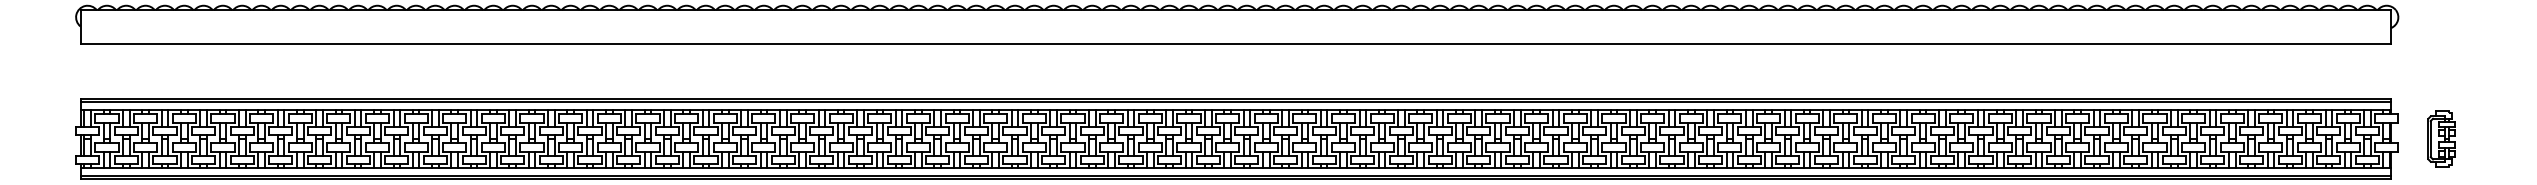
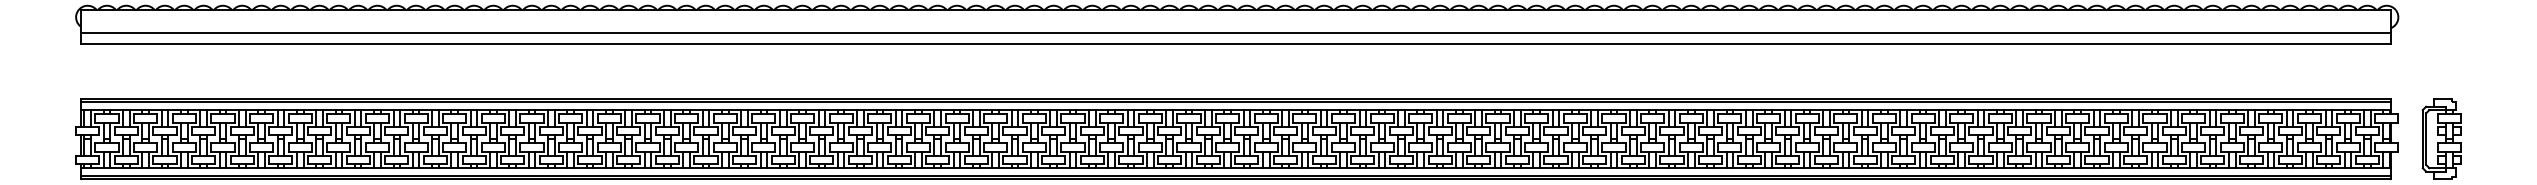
line at (1235, 32): none -> present
part at (2441, 138) size: 29x58 px -> 41x82 px
